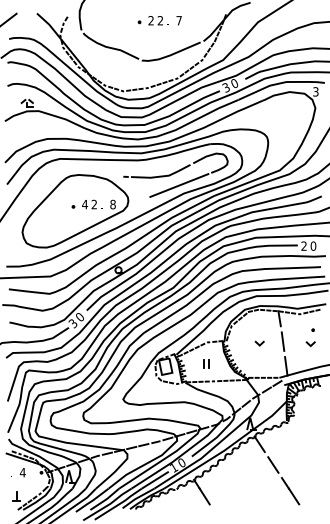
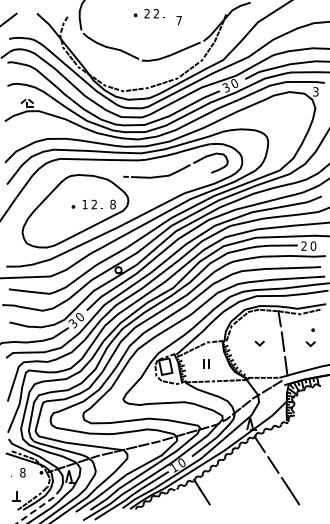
part at (152, 20) position: (152, 20) -> (148, 13)
line at (179, 185): present -> none
text at (84, 204): 4 -> 1
text at (22, 472): 4 -> 8
line at (40, 506): solid -> dashed
